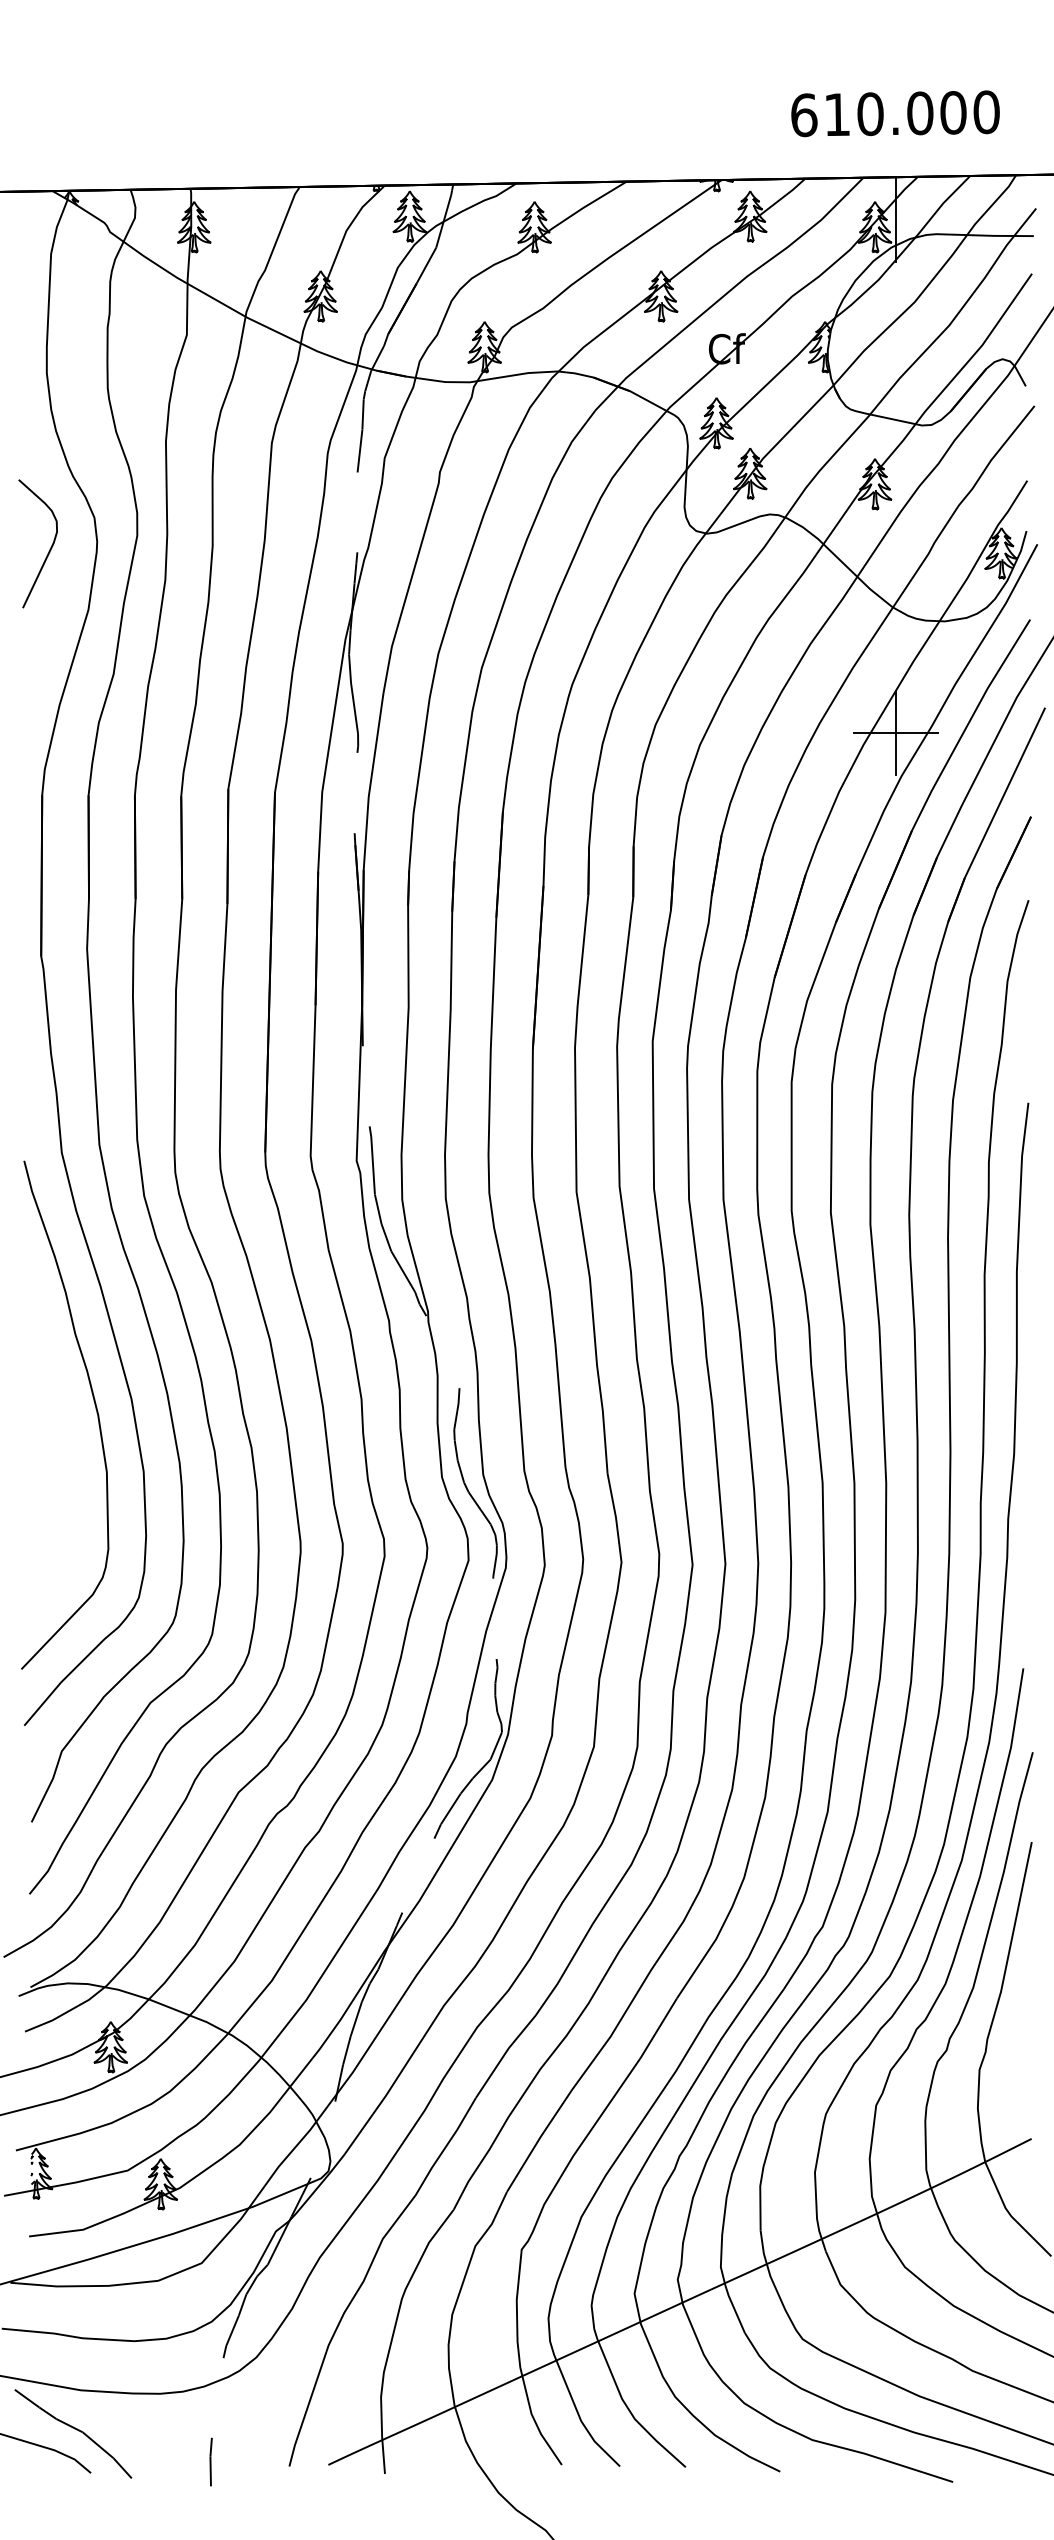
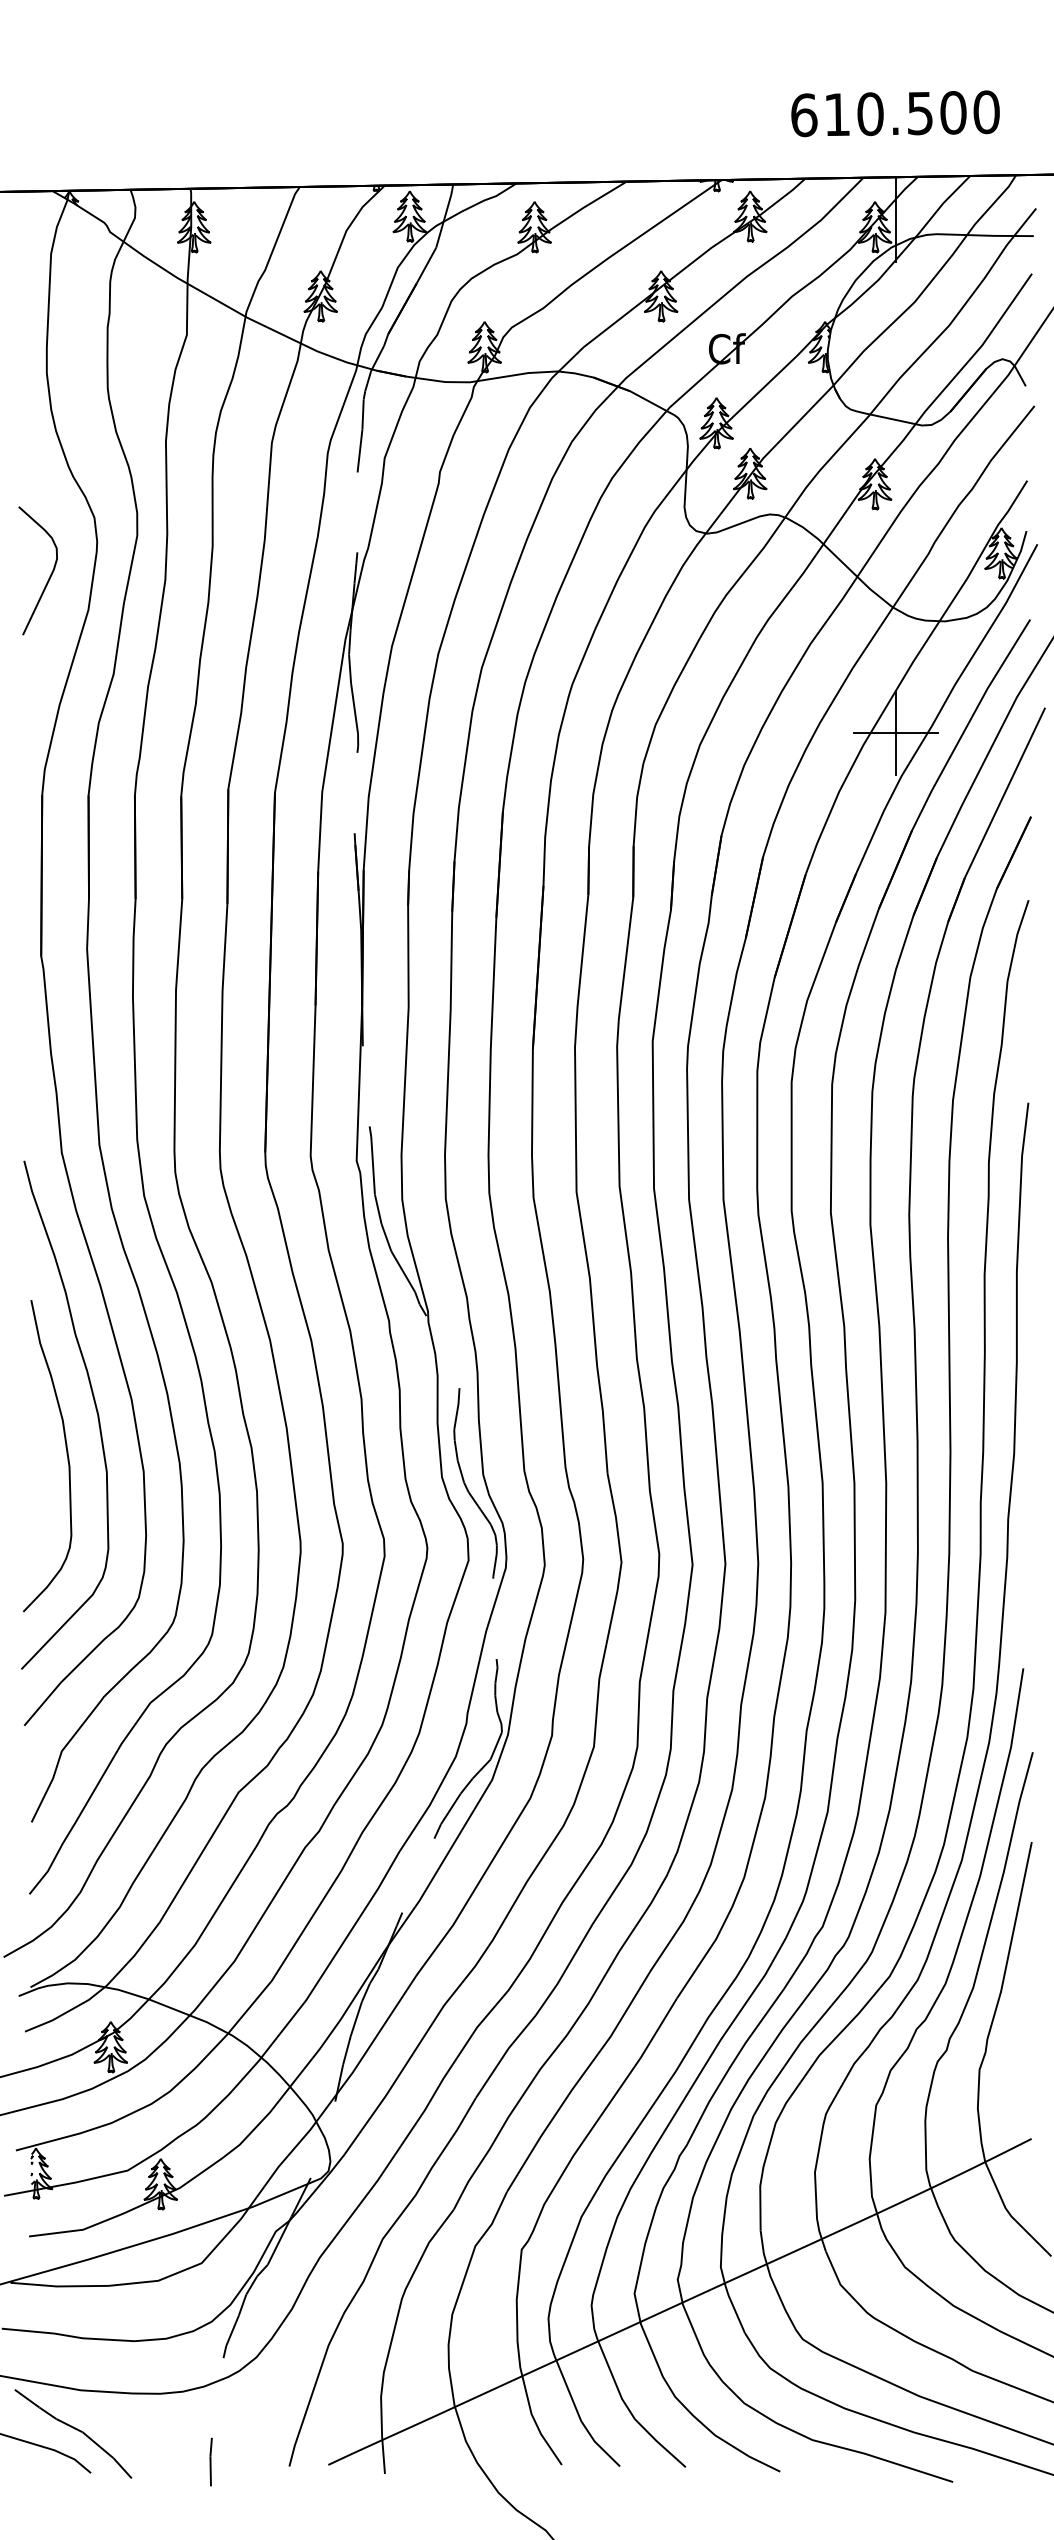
text at (920, 113): 610.000 -> 610.500
curve at (49, 549) position: (49, 549) -> (49, 576)
curve at (66, 1454): none -> present
